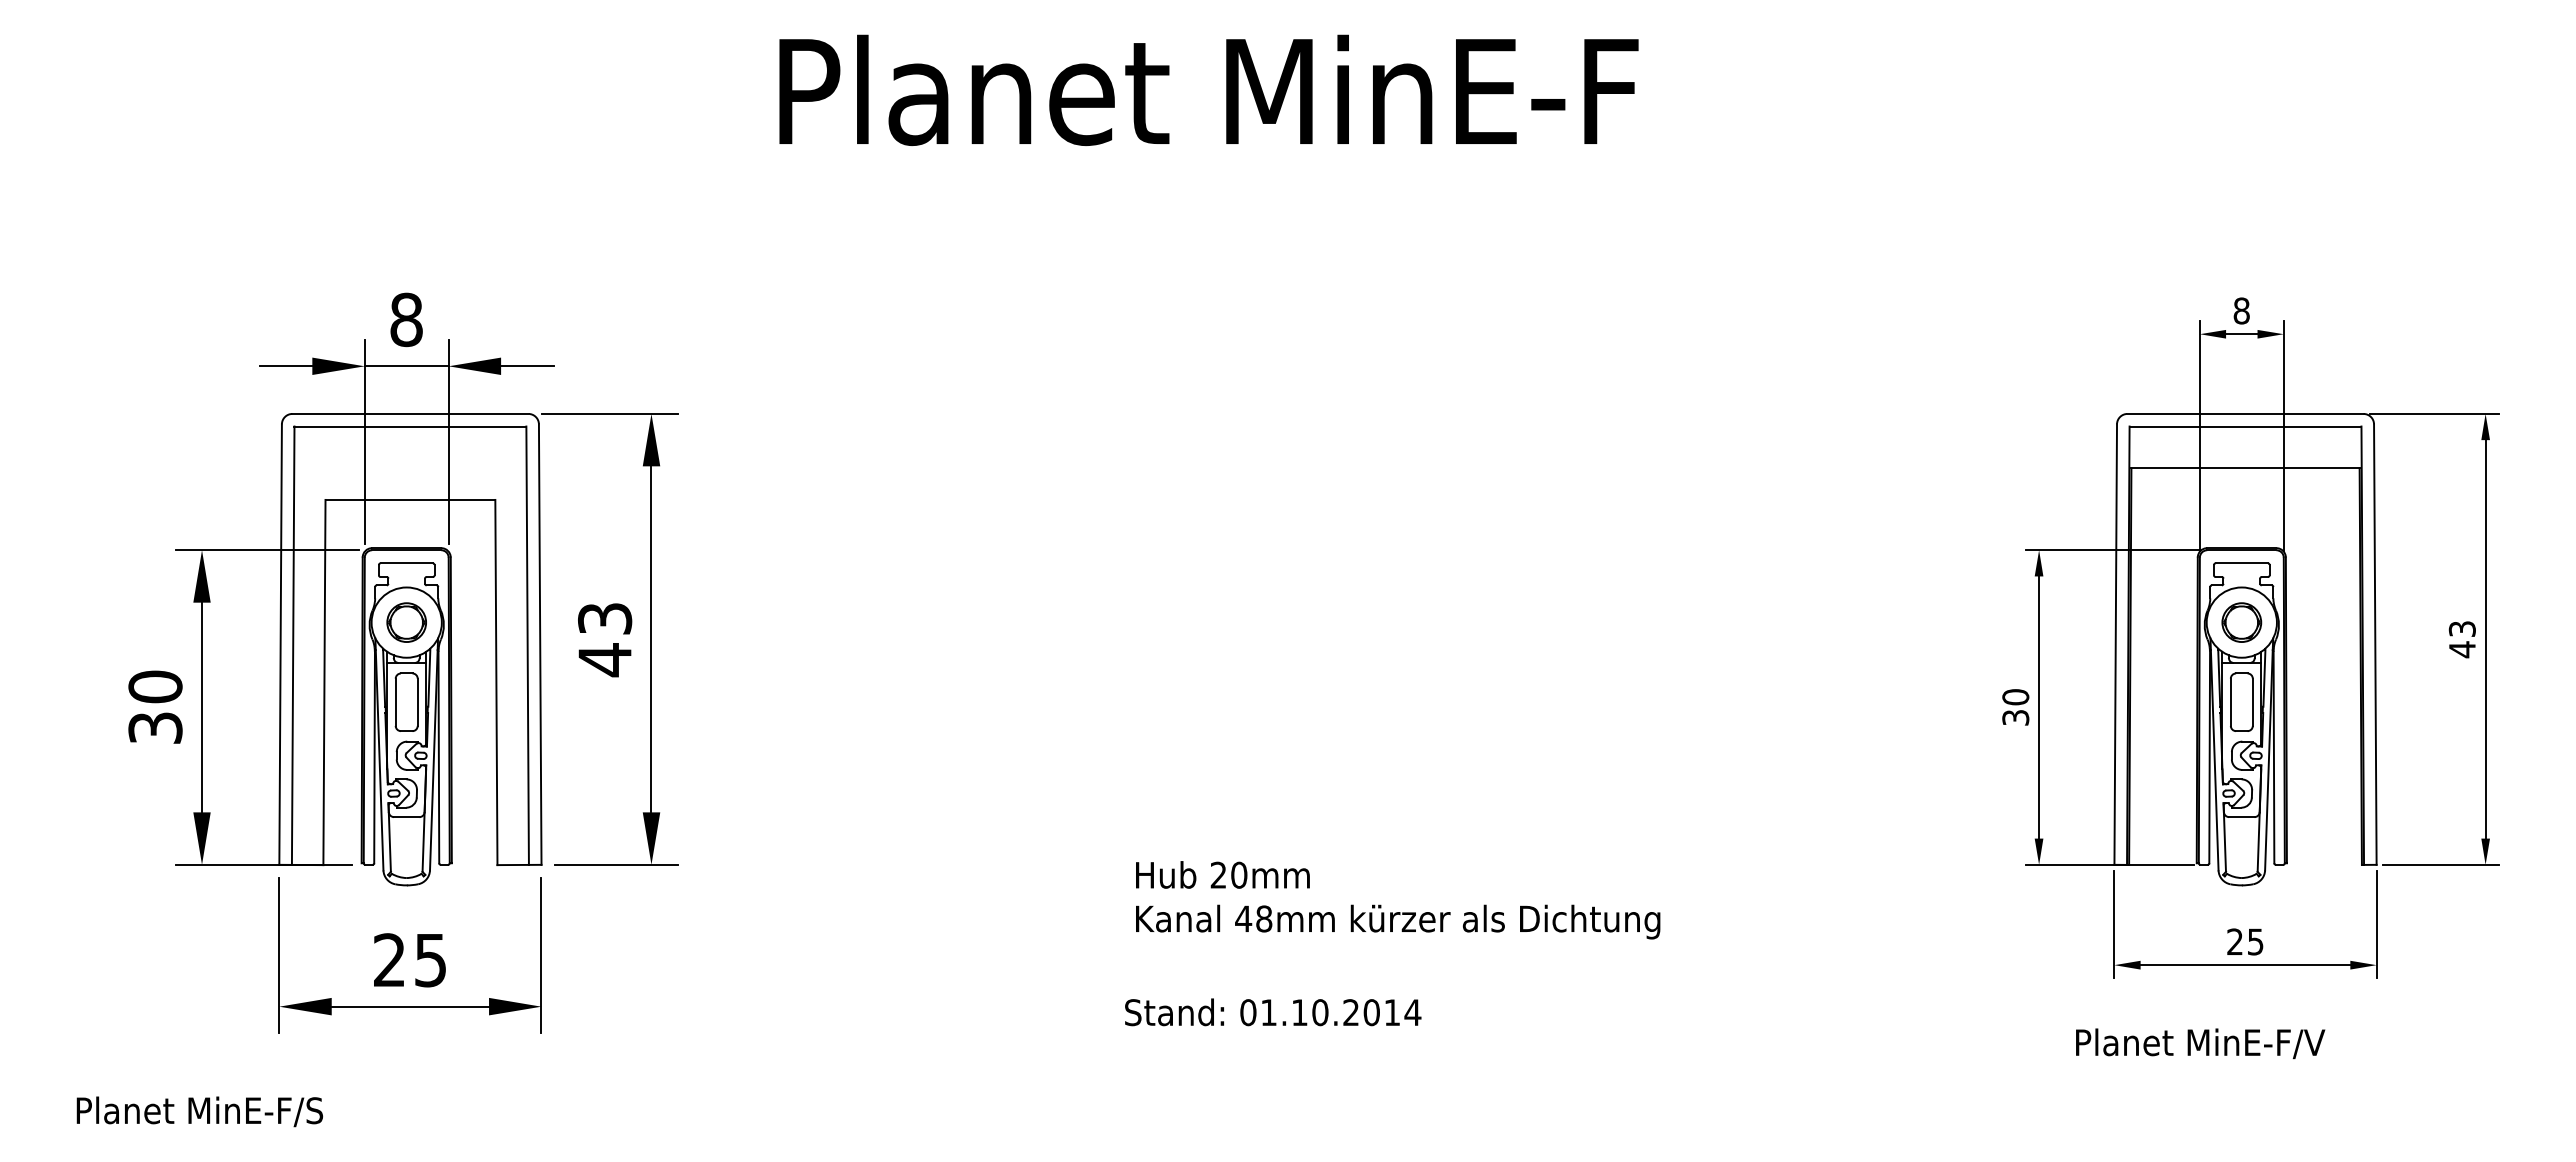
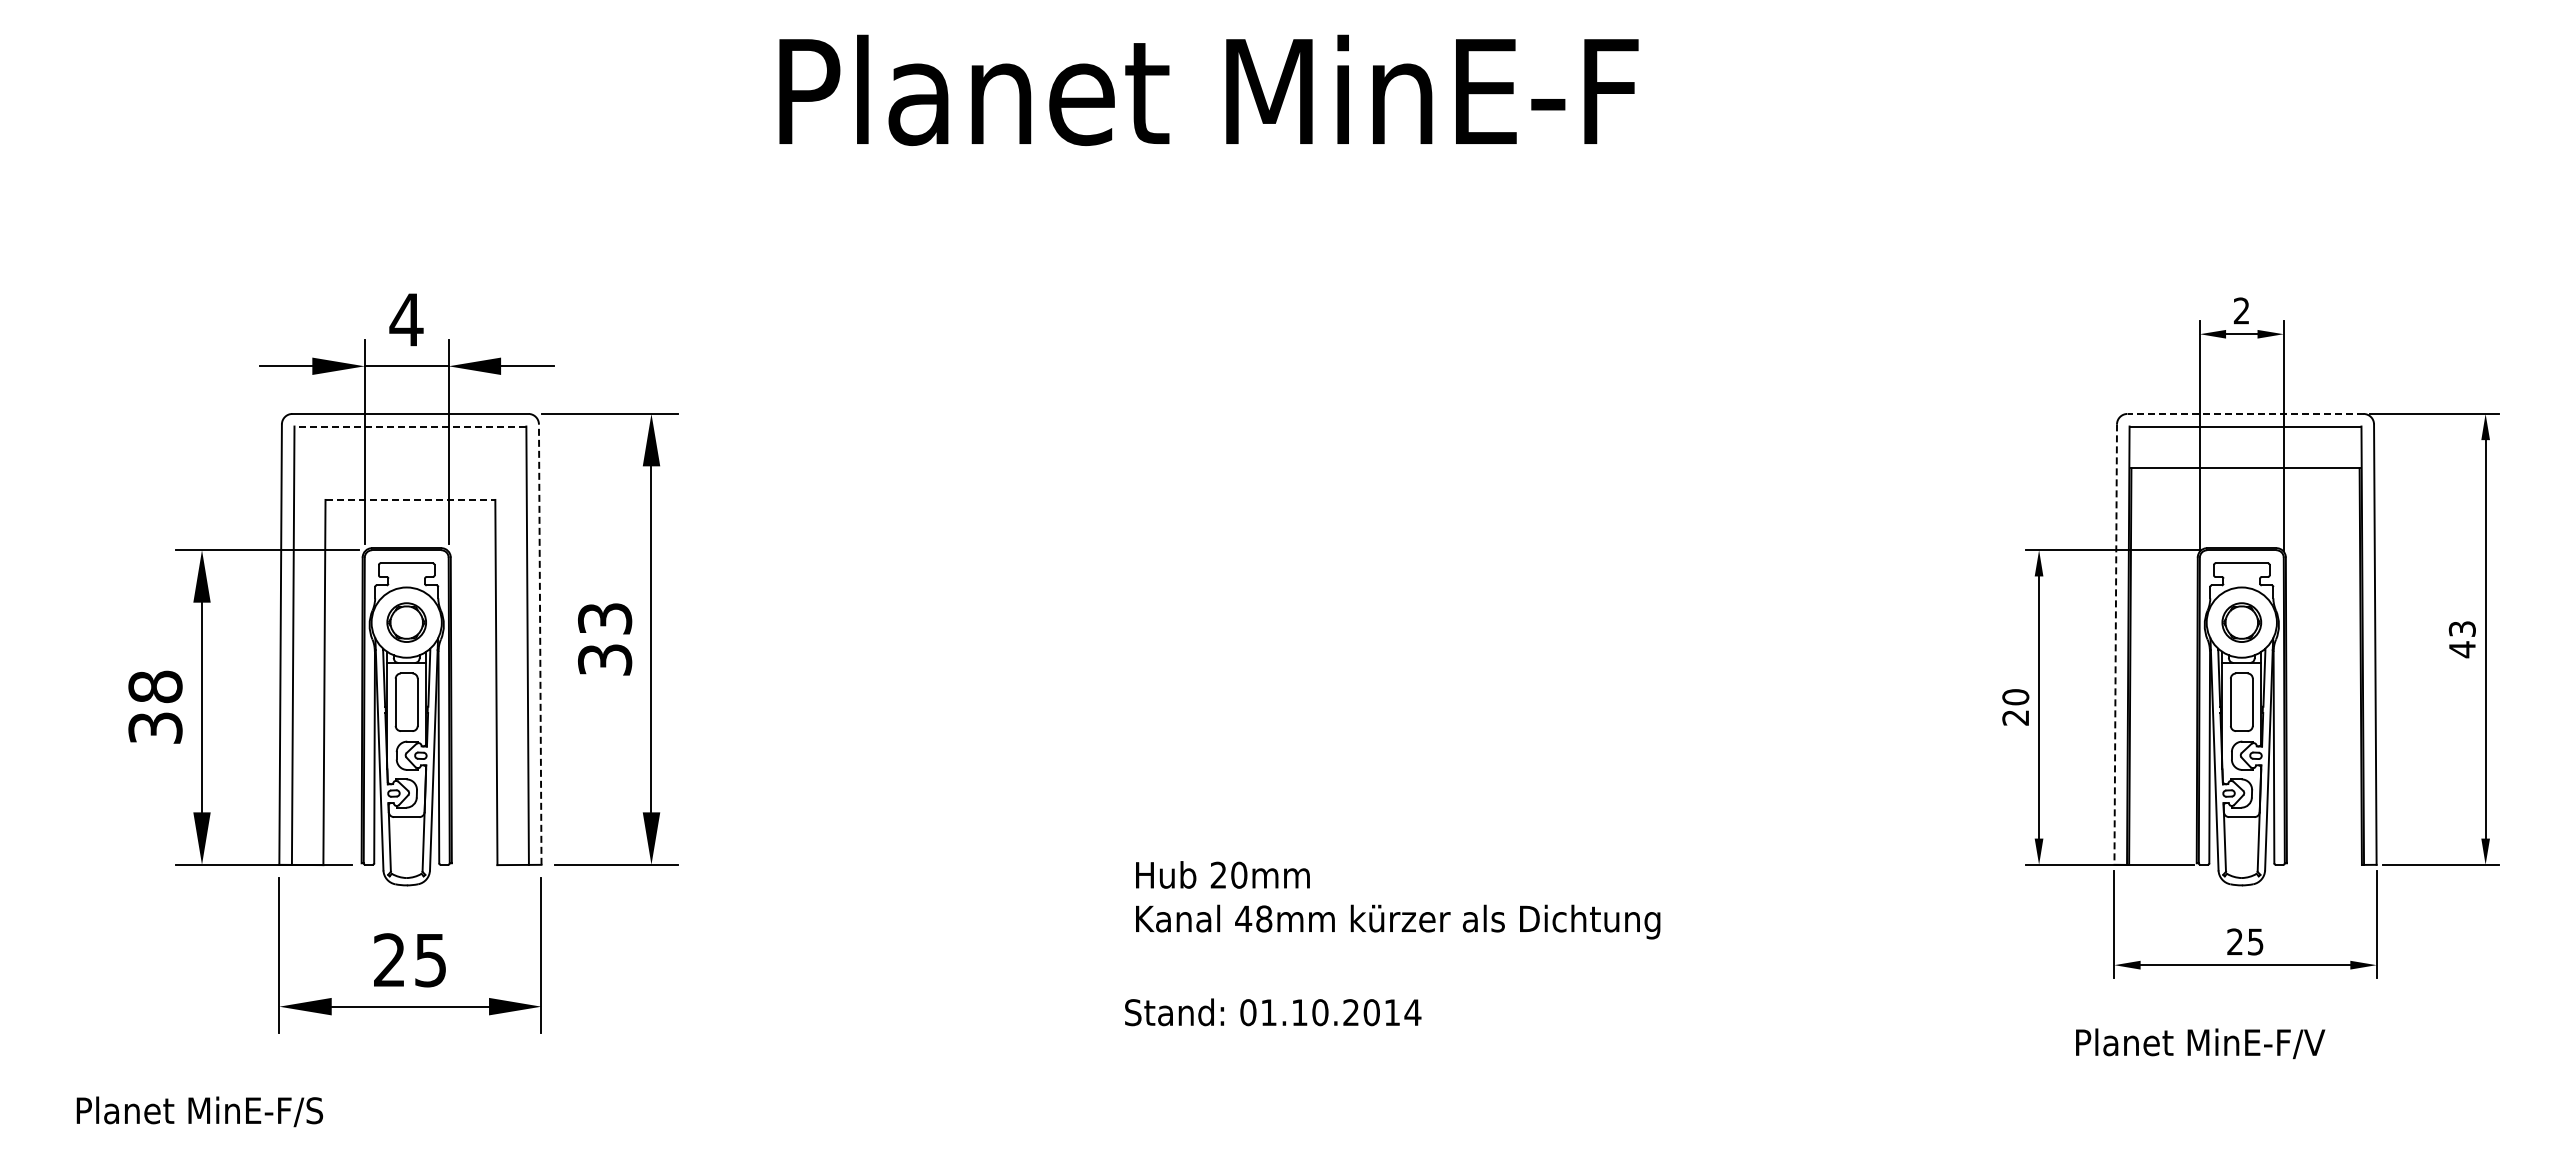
text at (2241, 310): 8 -> 2
text at (406, 319): 8 -> 4
line at (2245, 413): solid -> dashed
line at (410, 426): solid -> dashed
line at (410, 499): solid -> dashed
line at (540, 644): solid -> dashed
line at (2115, 645): solid -> dashed
text at (605, 660): 43 -> 33
text at (155, 686): 30 -> 38
text at (2015, 717): 30 -> 20
